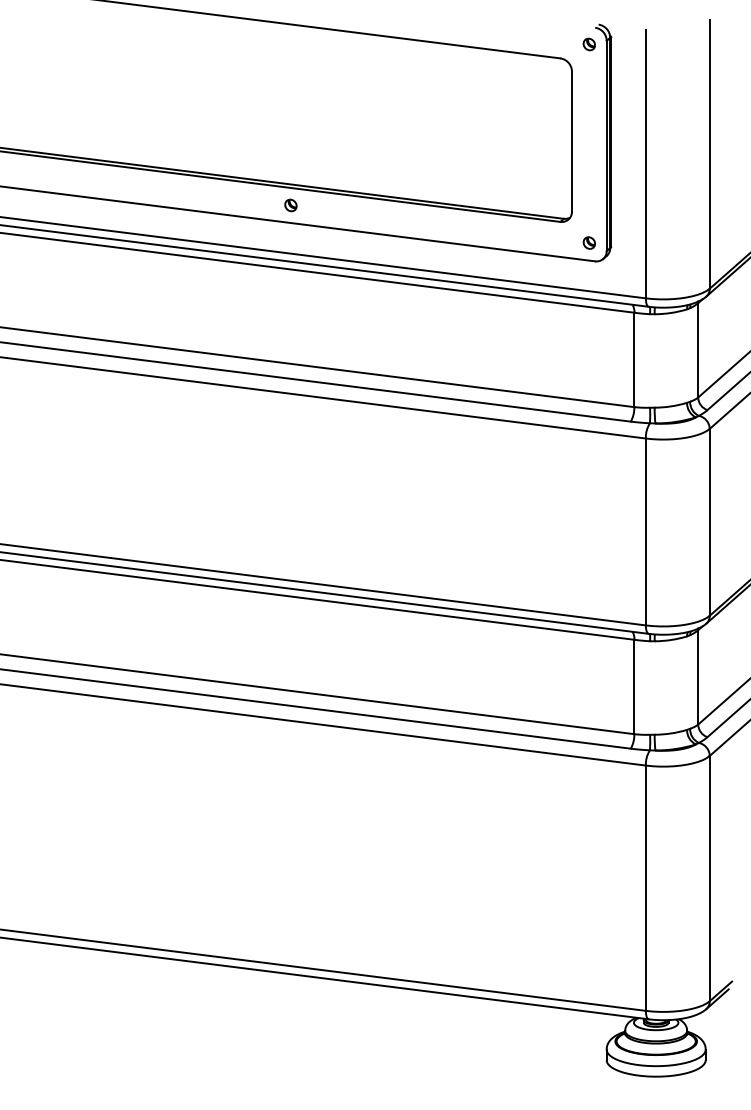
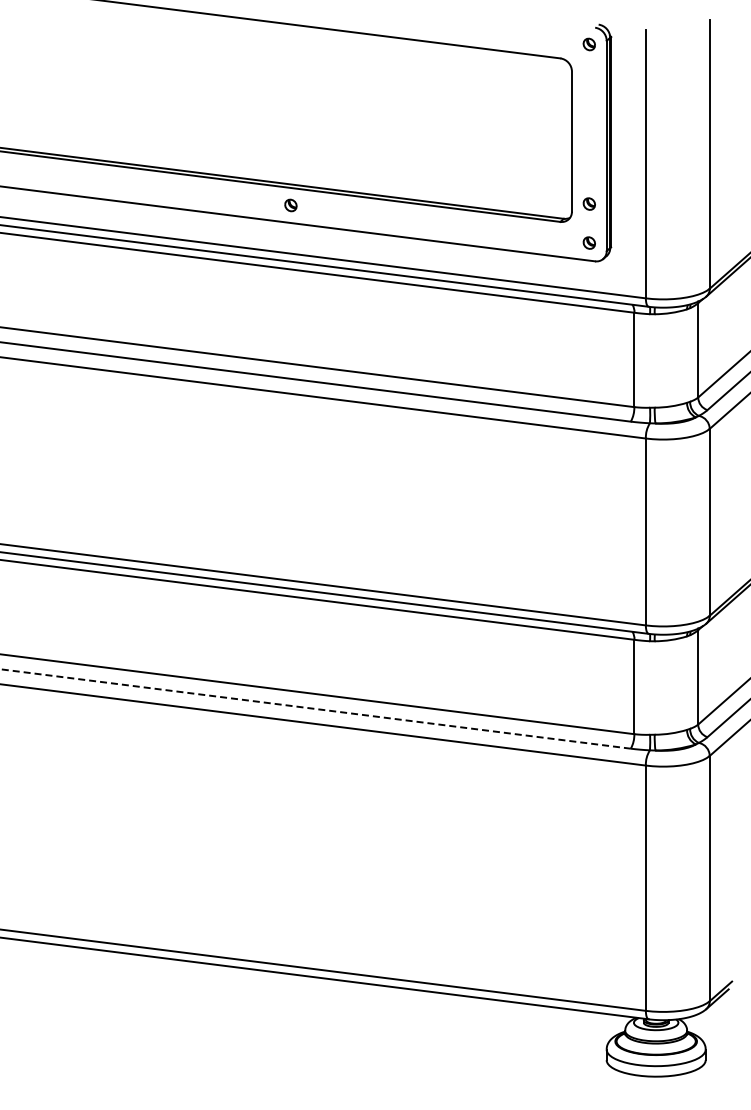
part at (588, 203): none -> present
line at (315, 708): solid -> dashed
